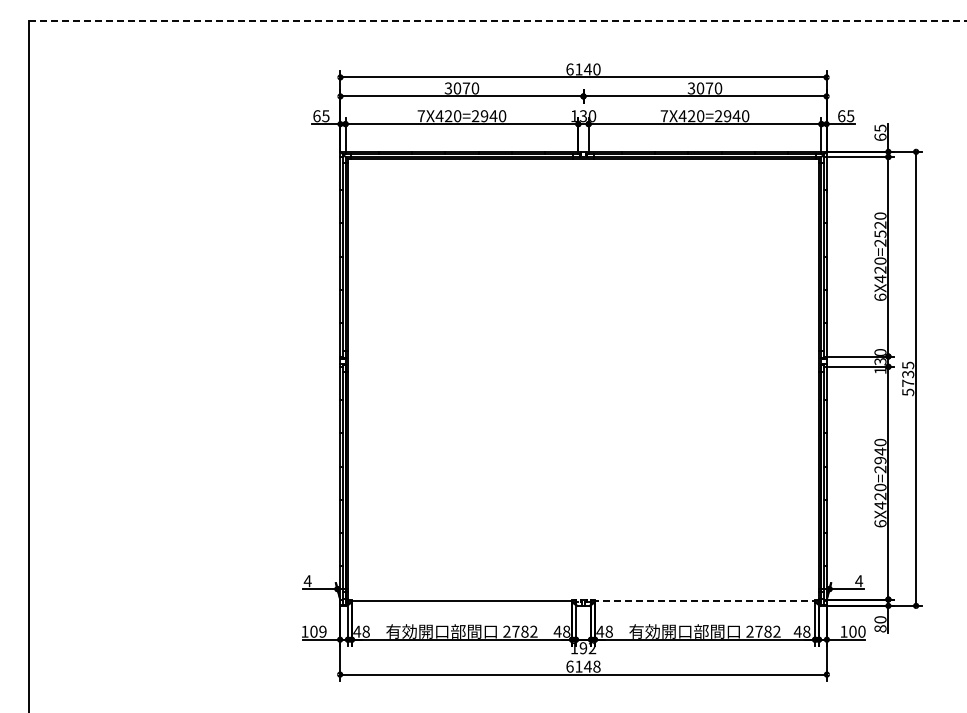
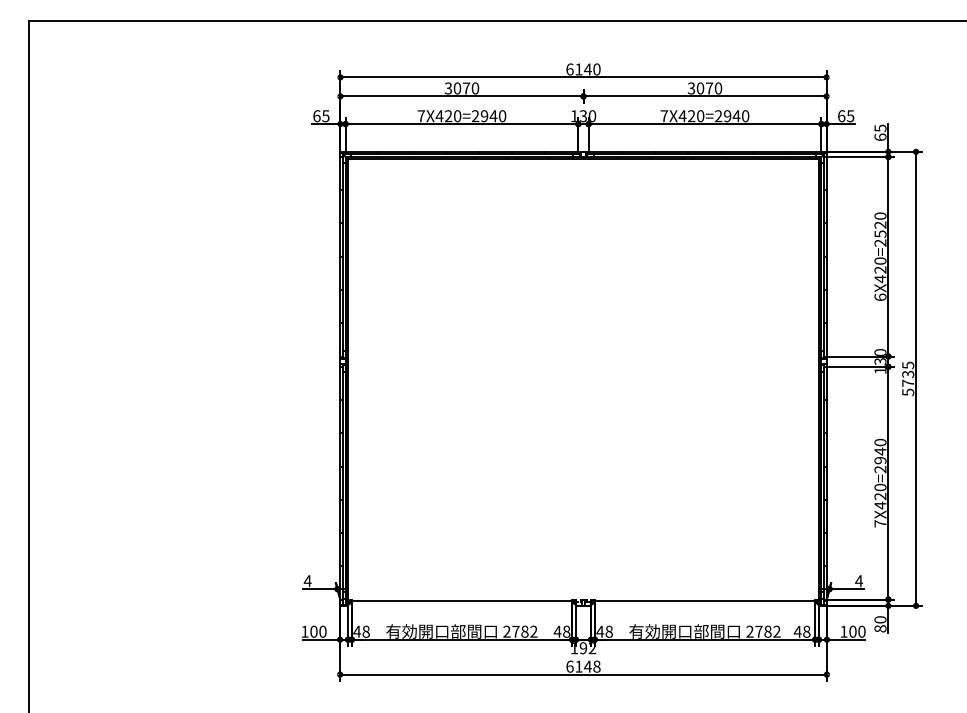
line at (497, 21): dashed -> solid
text at (880, 523): 6X420=2940 -> 7X420=2940
line at (705, 601): dashed -> solid
text at (322, 631): 109 -> 100
